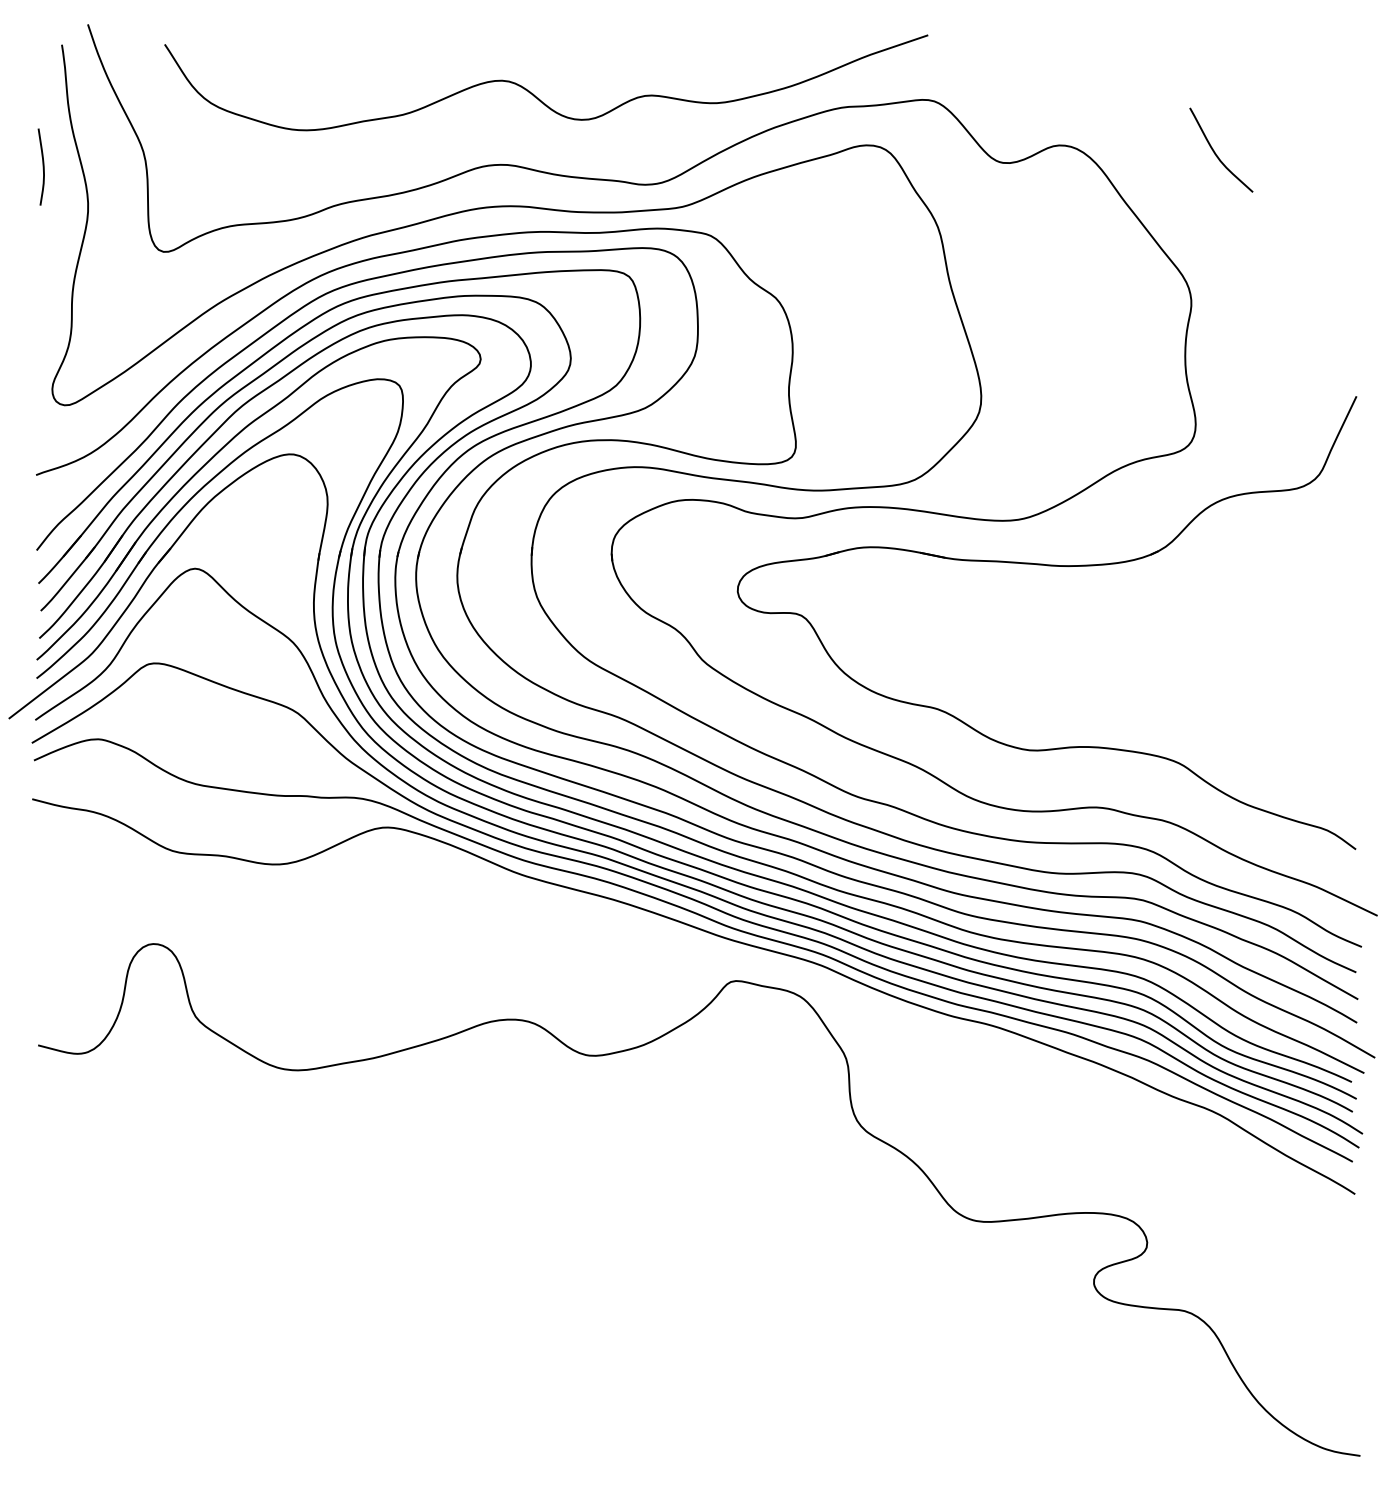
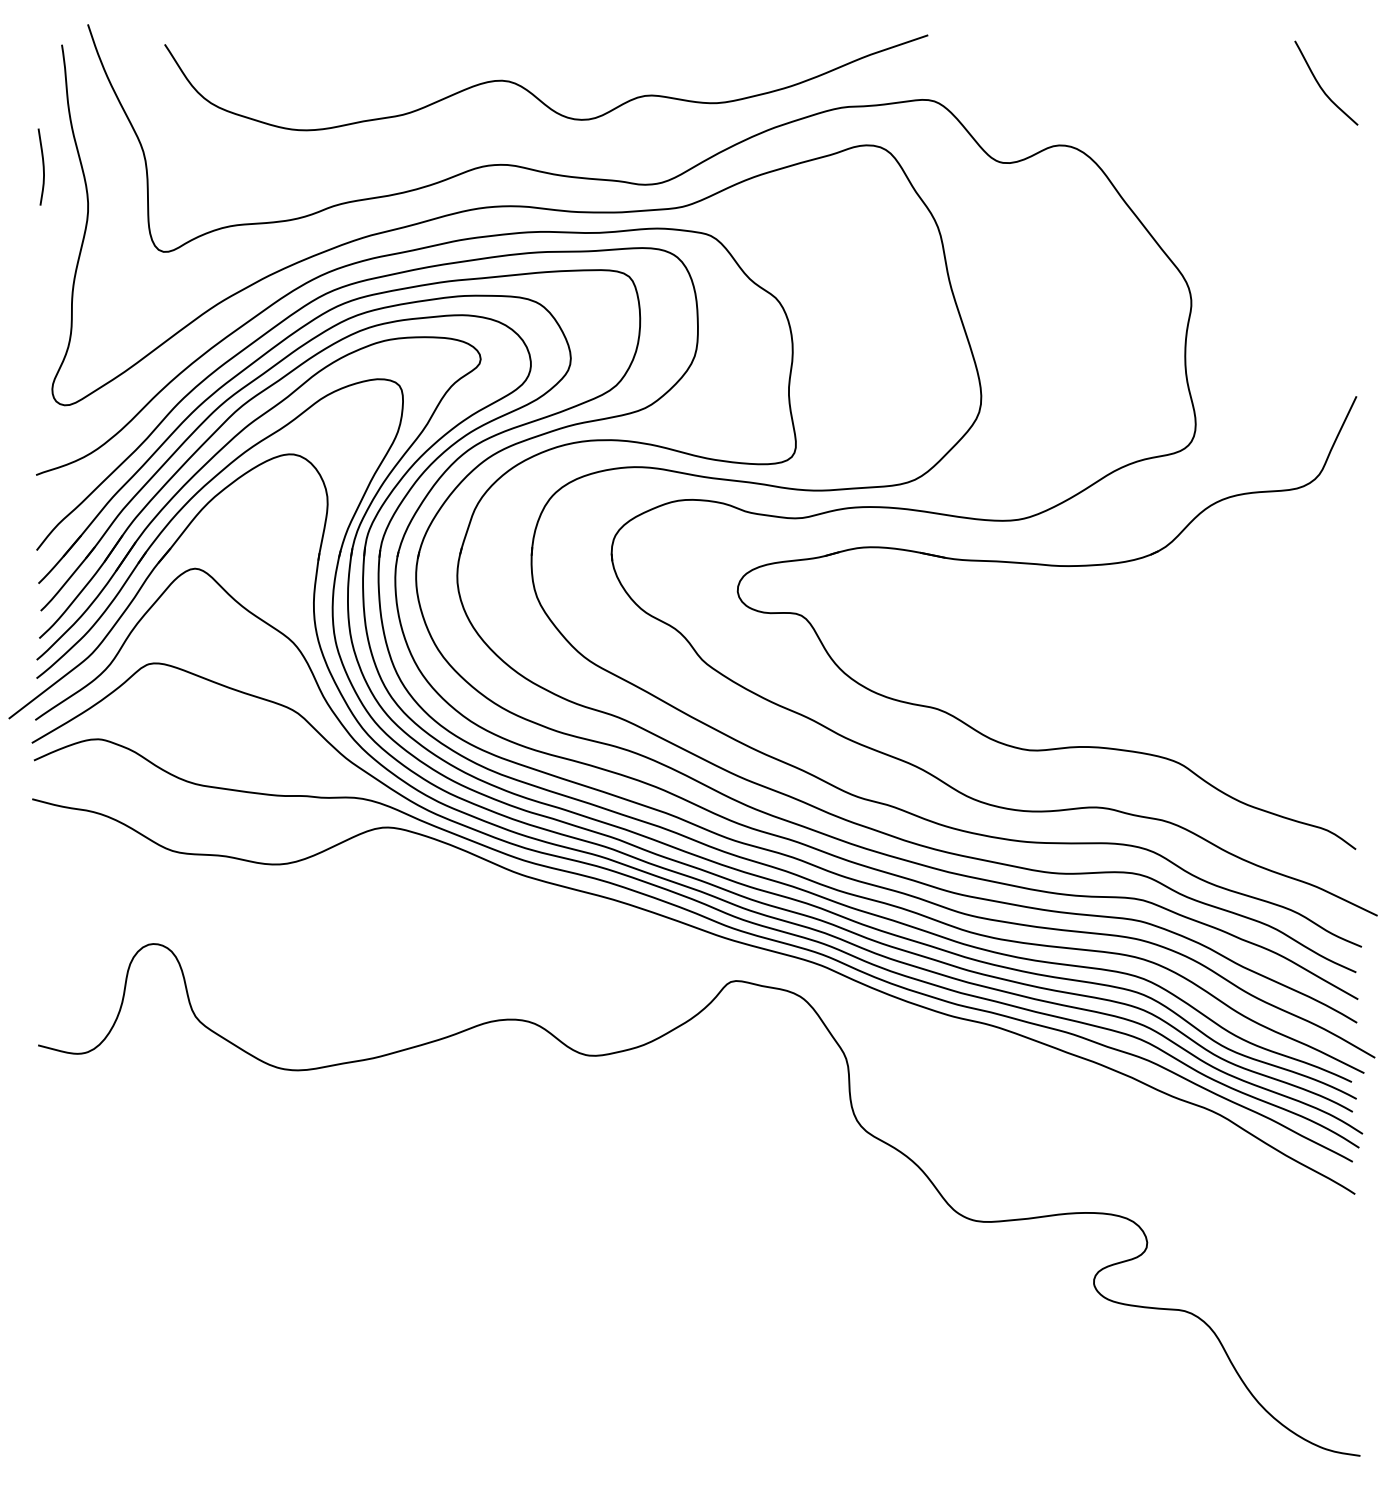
curve at (1216, 153) position: (1216, 153) -> (1321, 86)
